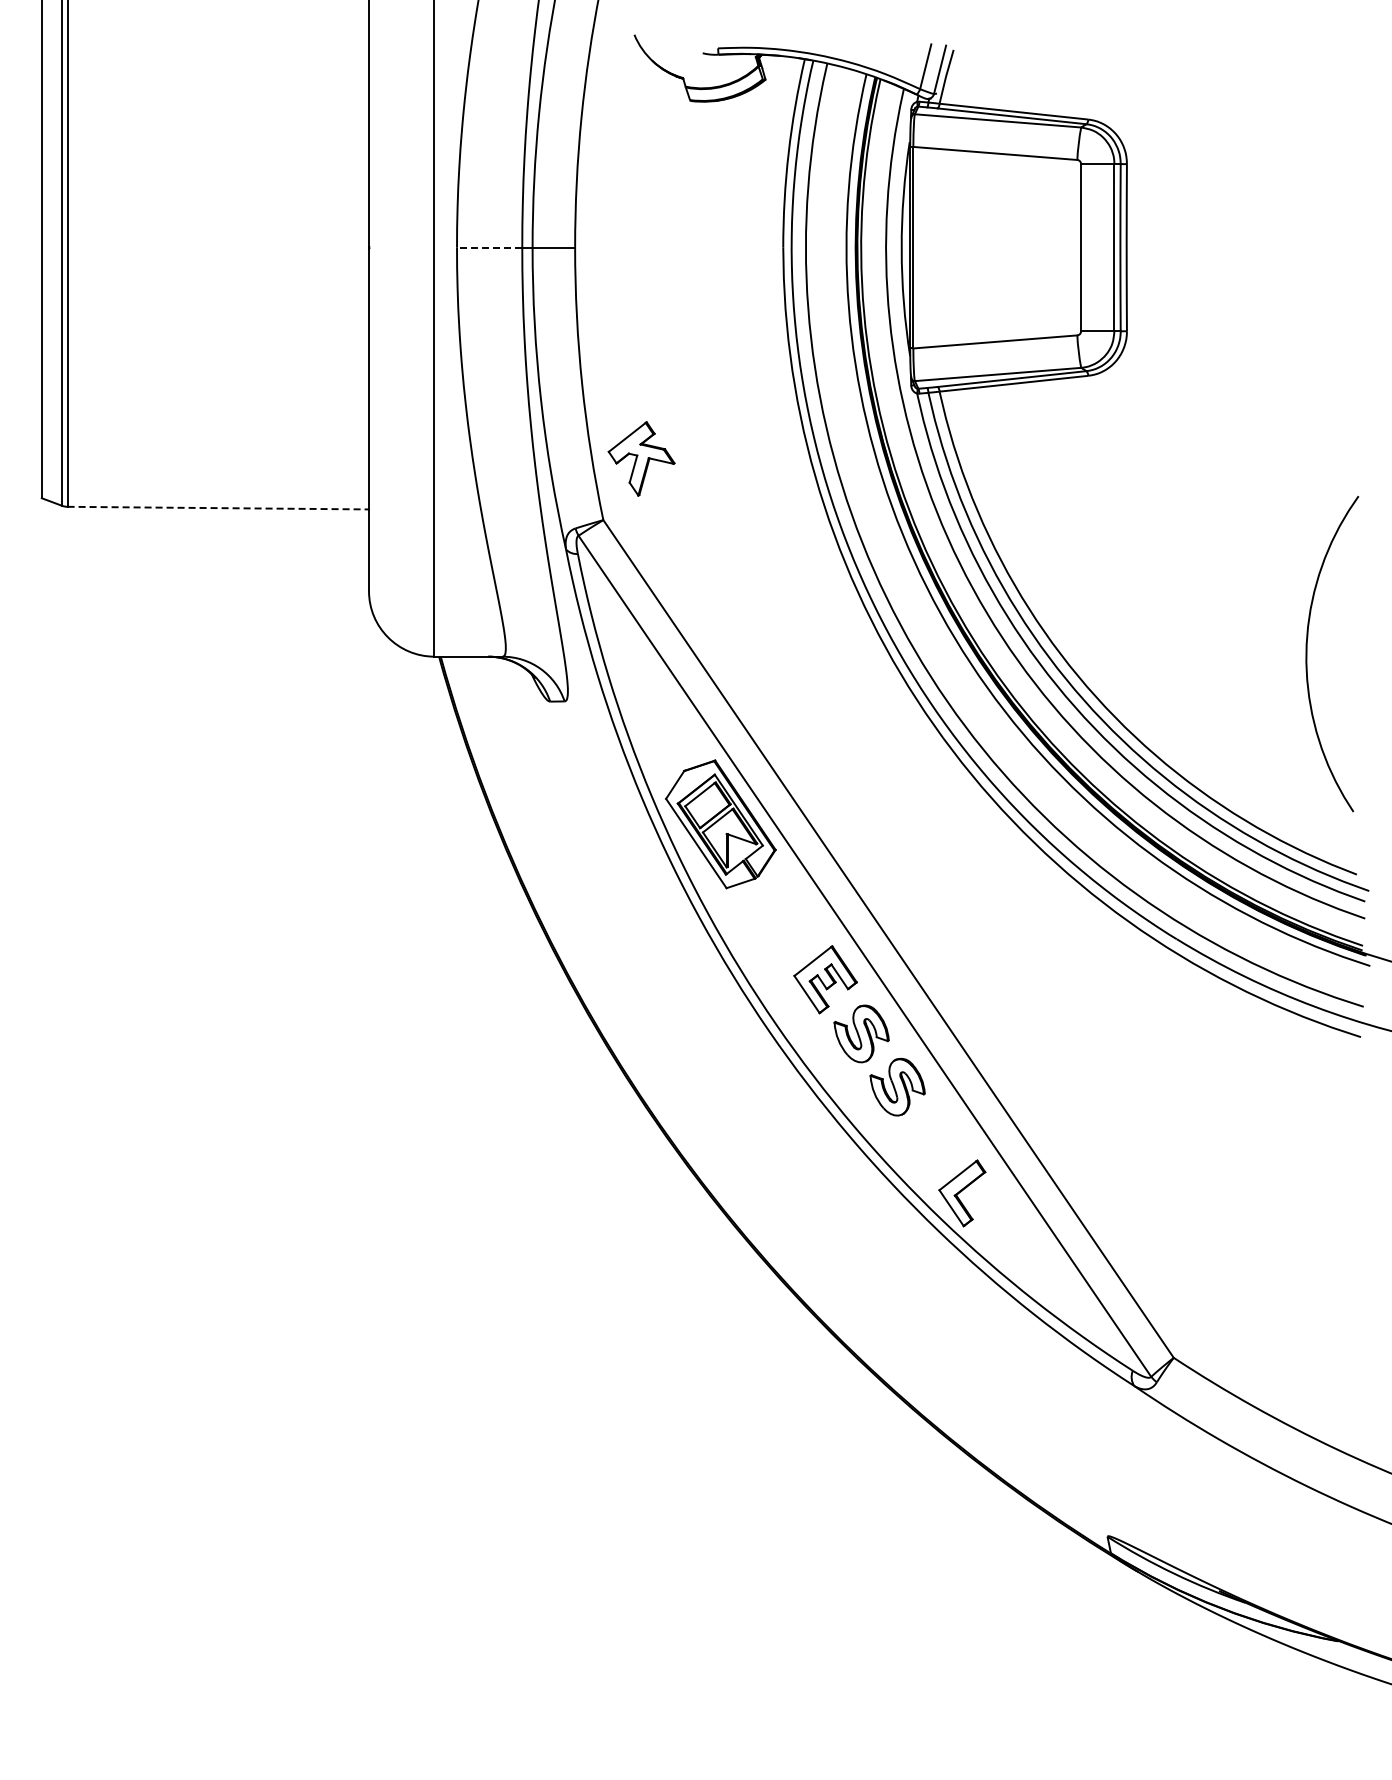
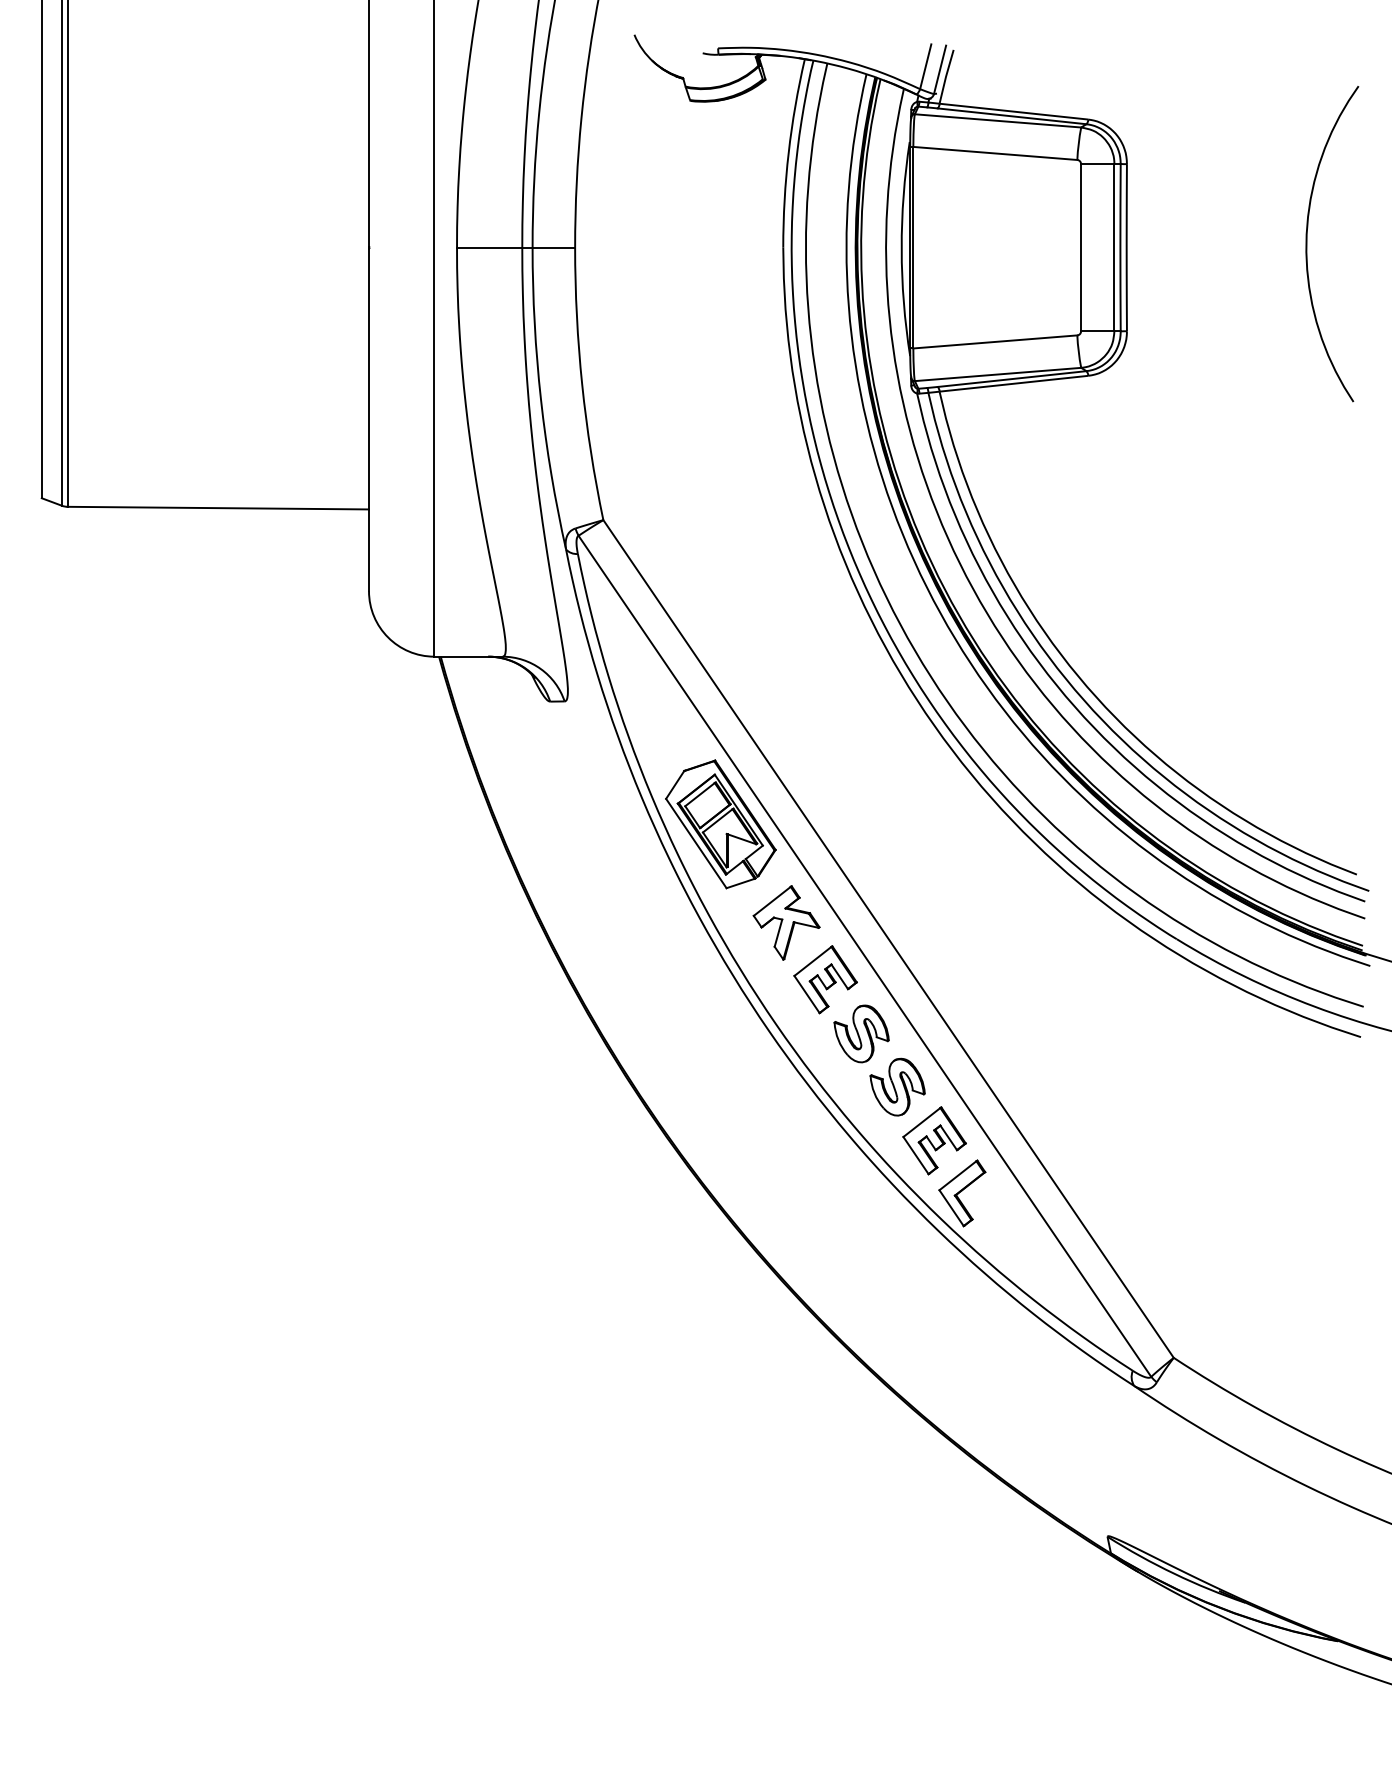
line at (489, 247): dashed -> solid
part at (641, 458) position: (641, 458) -> (786, 922)
line at (218, 508): dashed -> solid
curve at (1307, 654) position: (1307, 654) -> (1307, 244)
part at (934, 1140): none -> present
